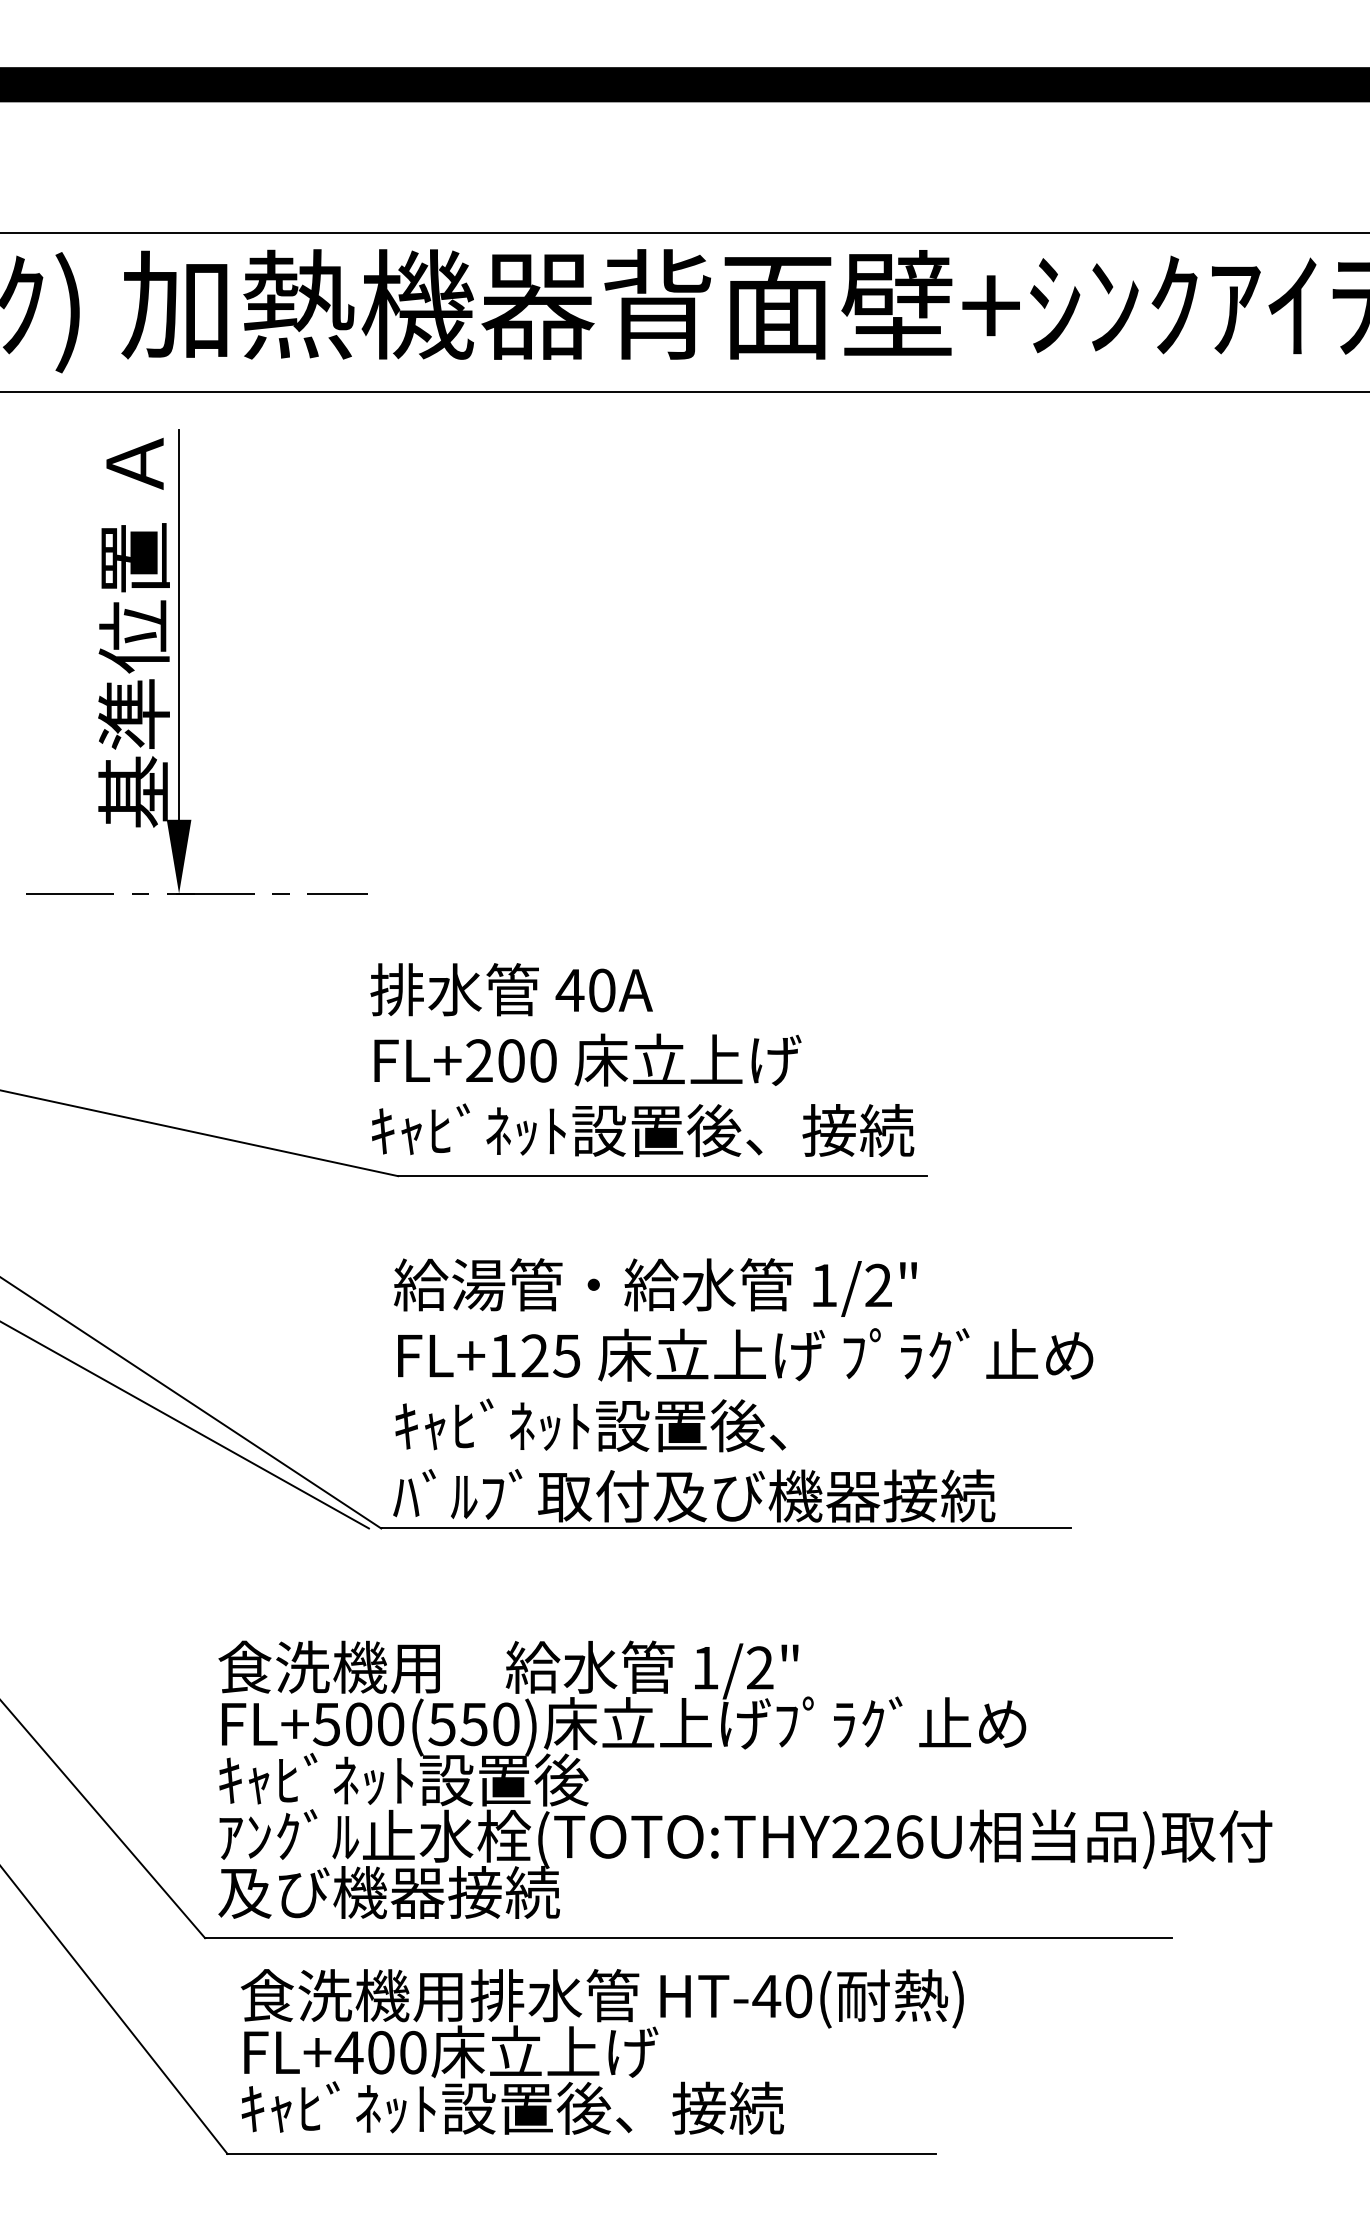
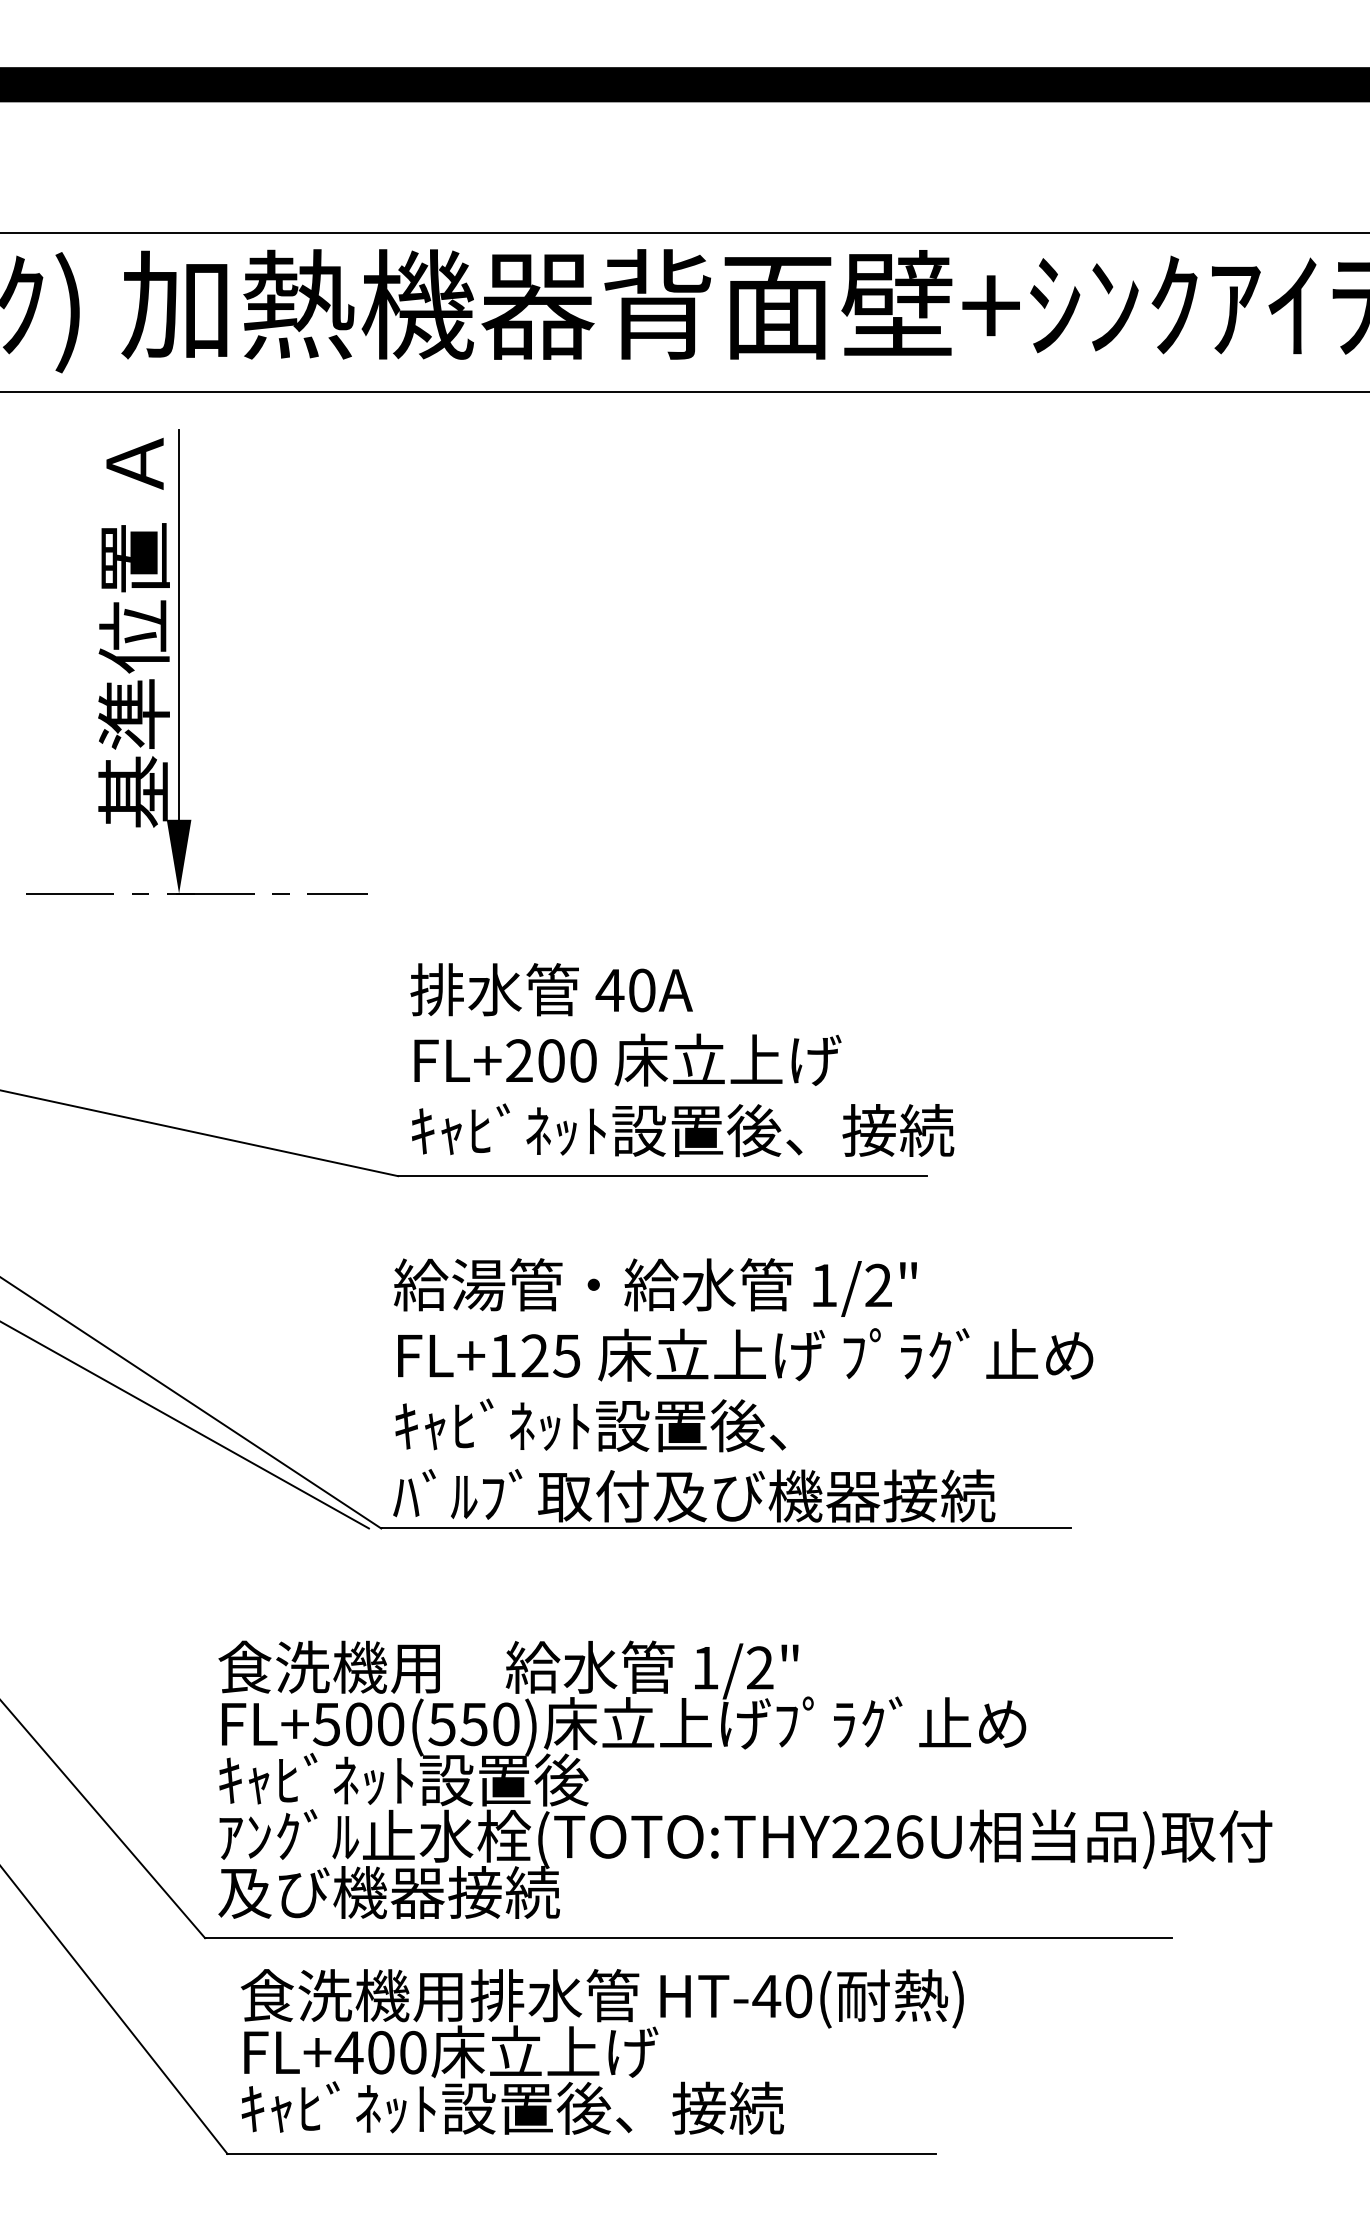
text at (642, 1060) position: (642, 1060) -> (682, 1060)
